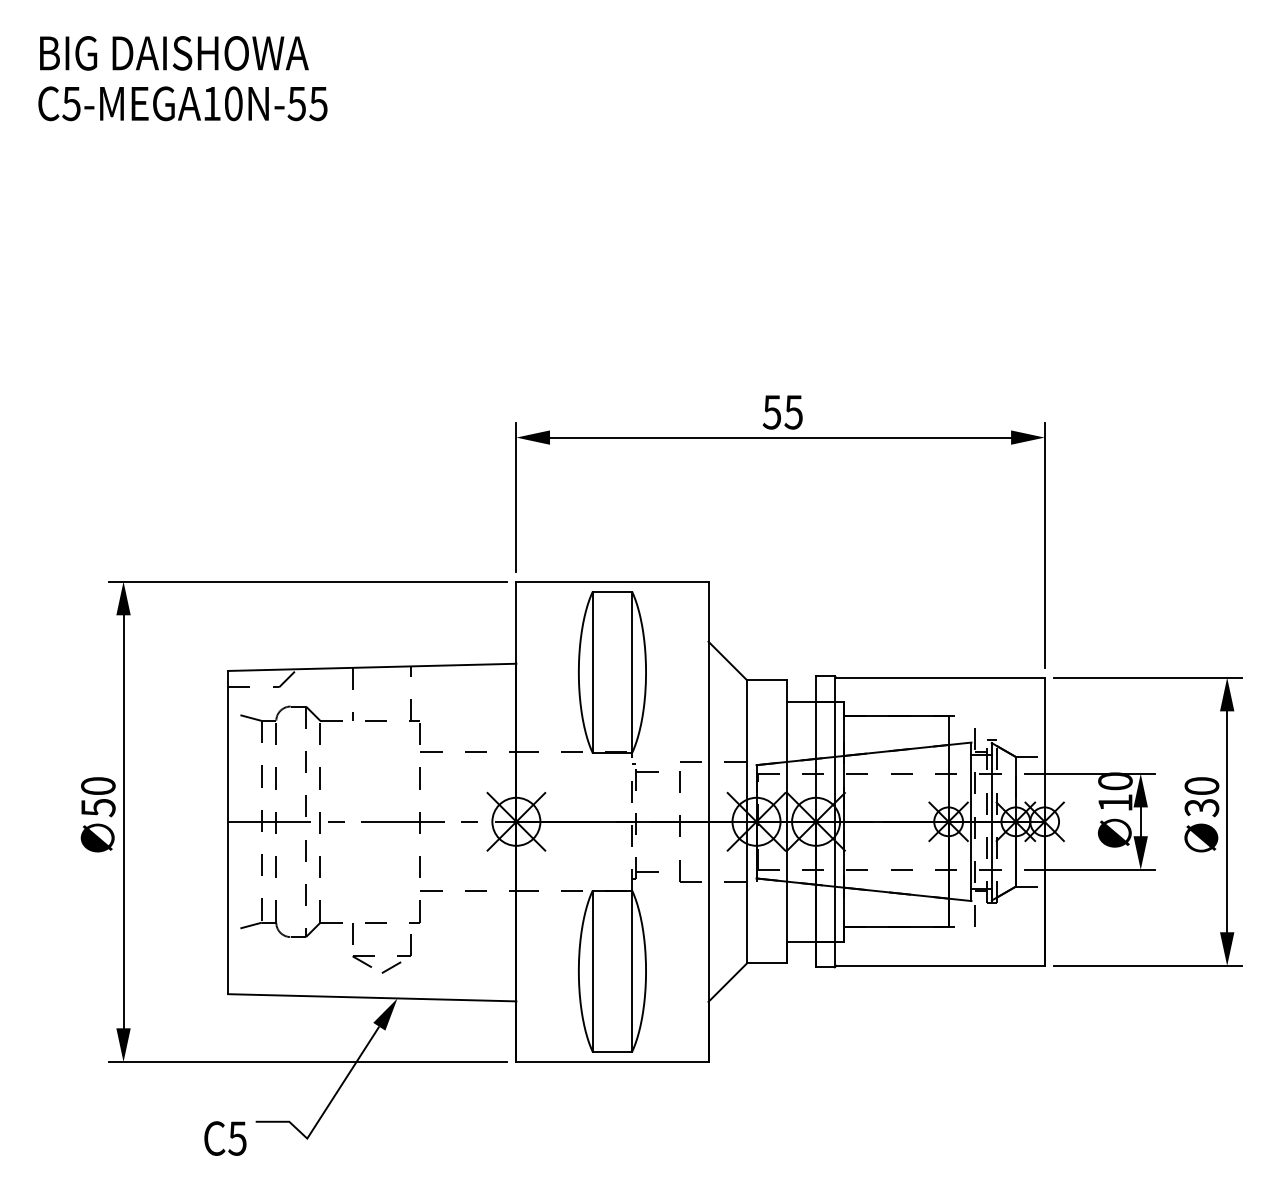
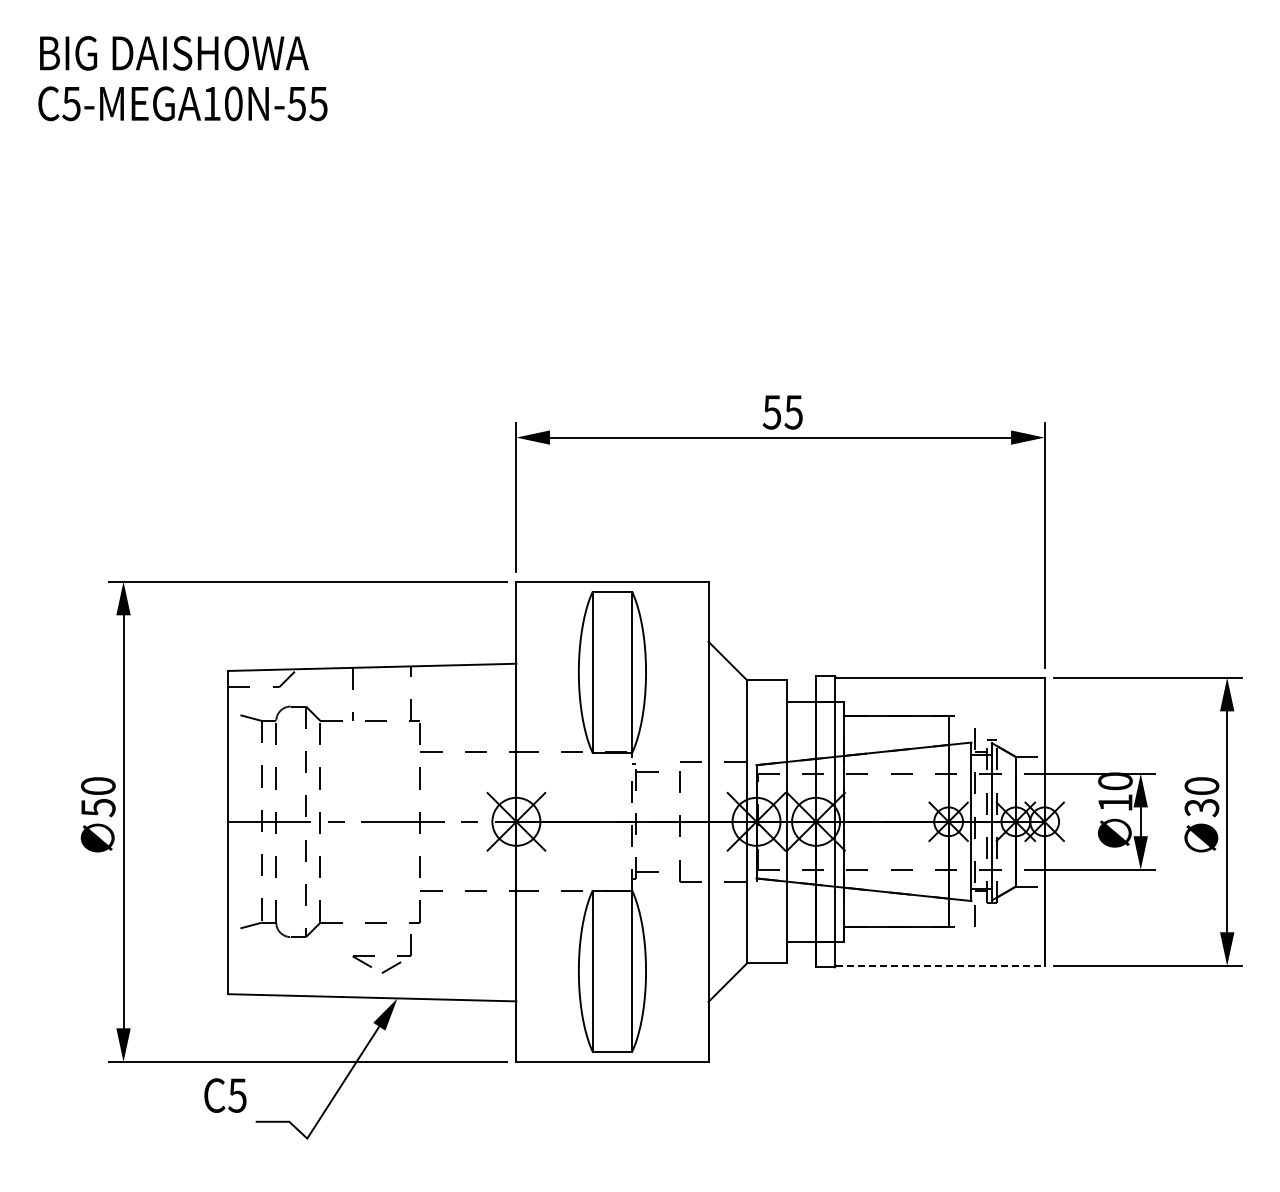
line at (352, 933): present -> none
line at (940, 965): solid -> dashed
text at (225, 1138) position: (225, 1138) -> (225, 1095)
